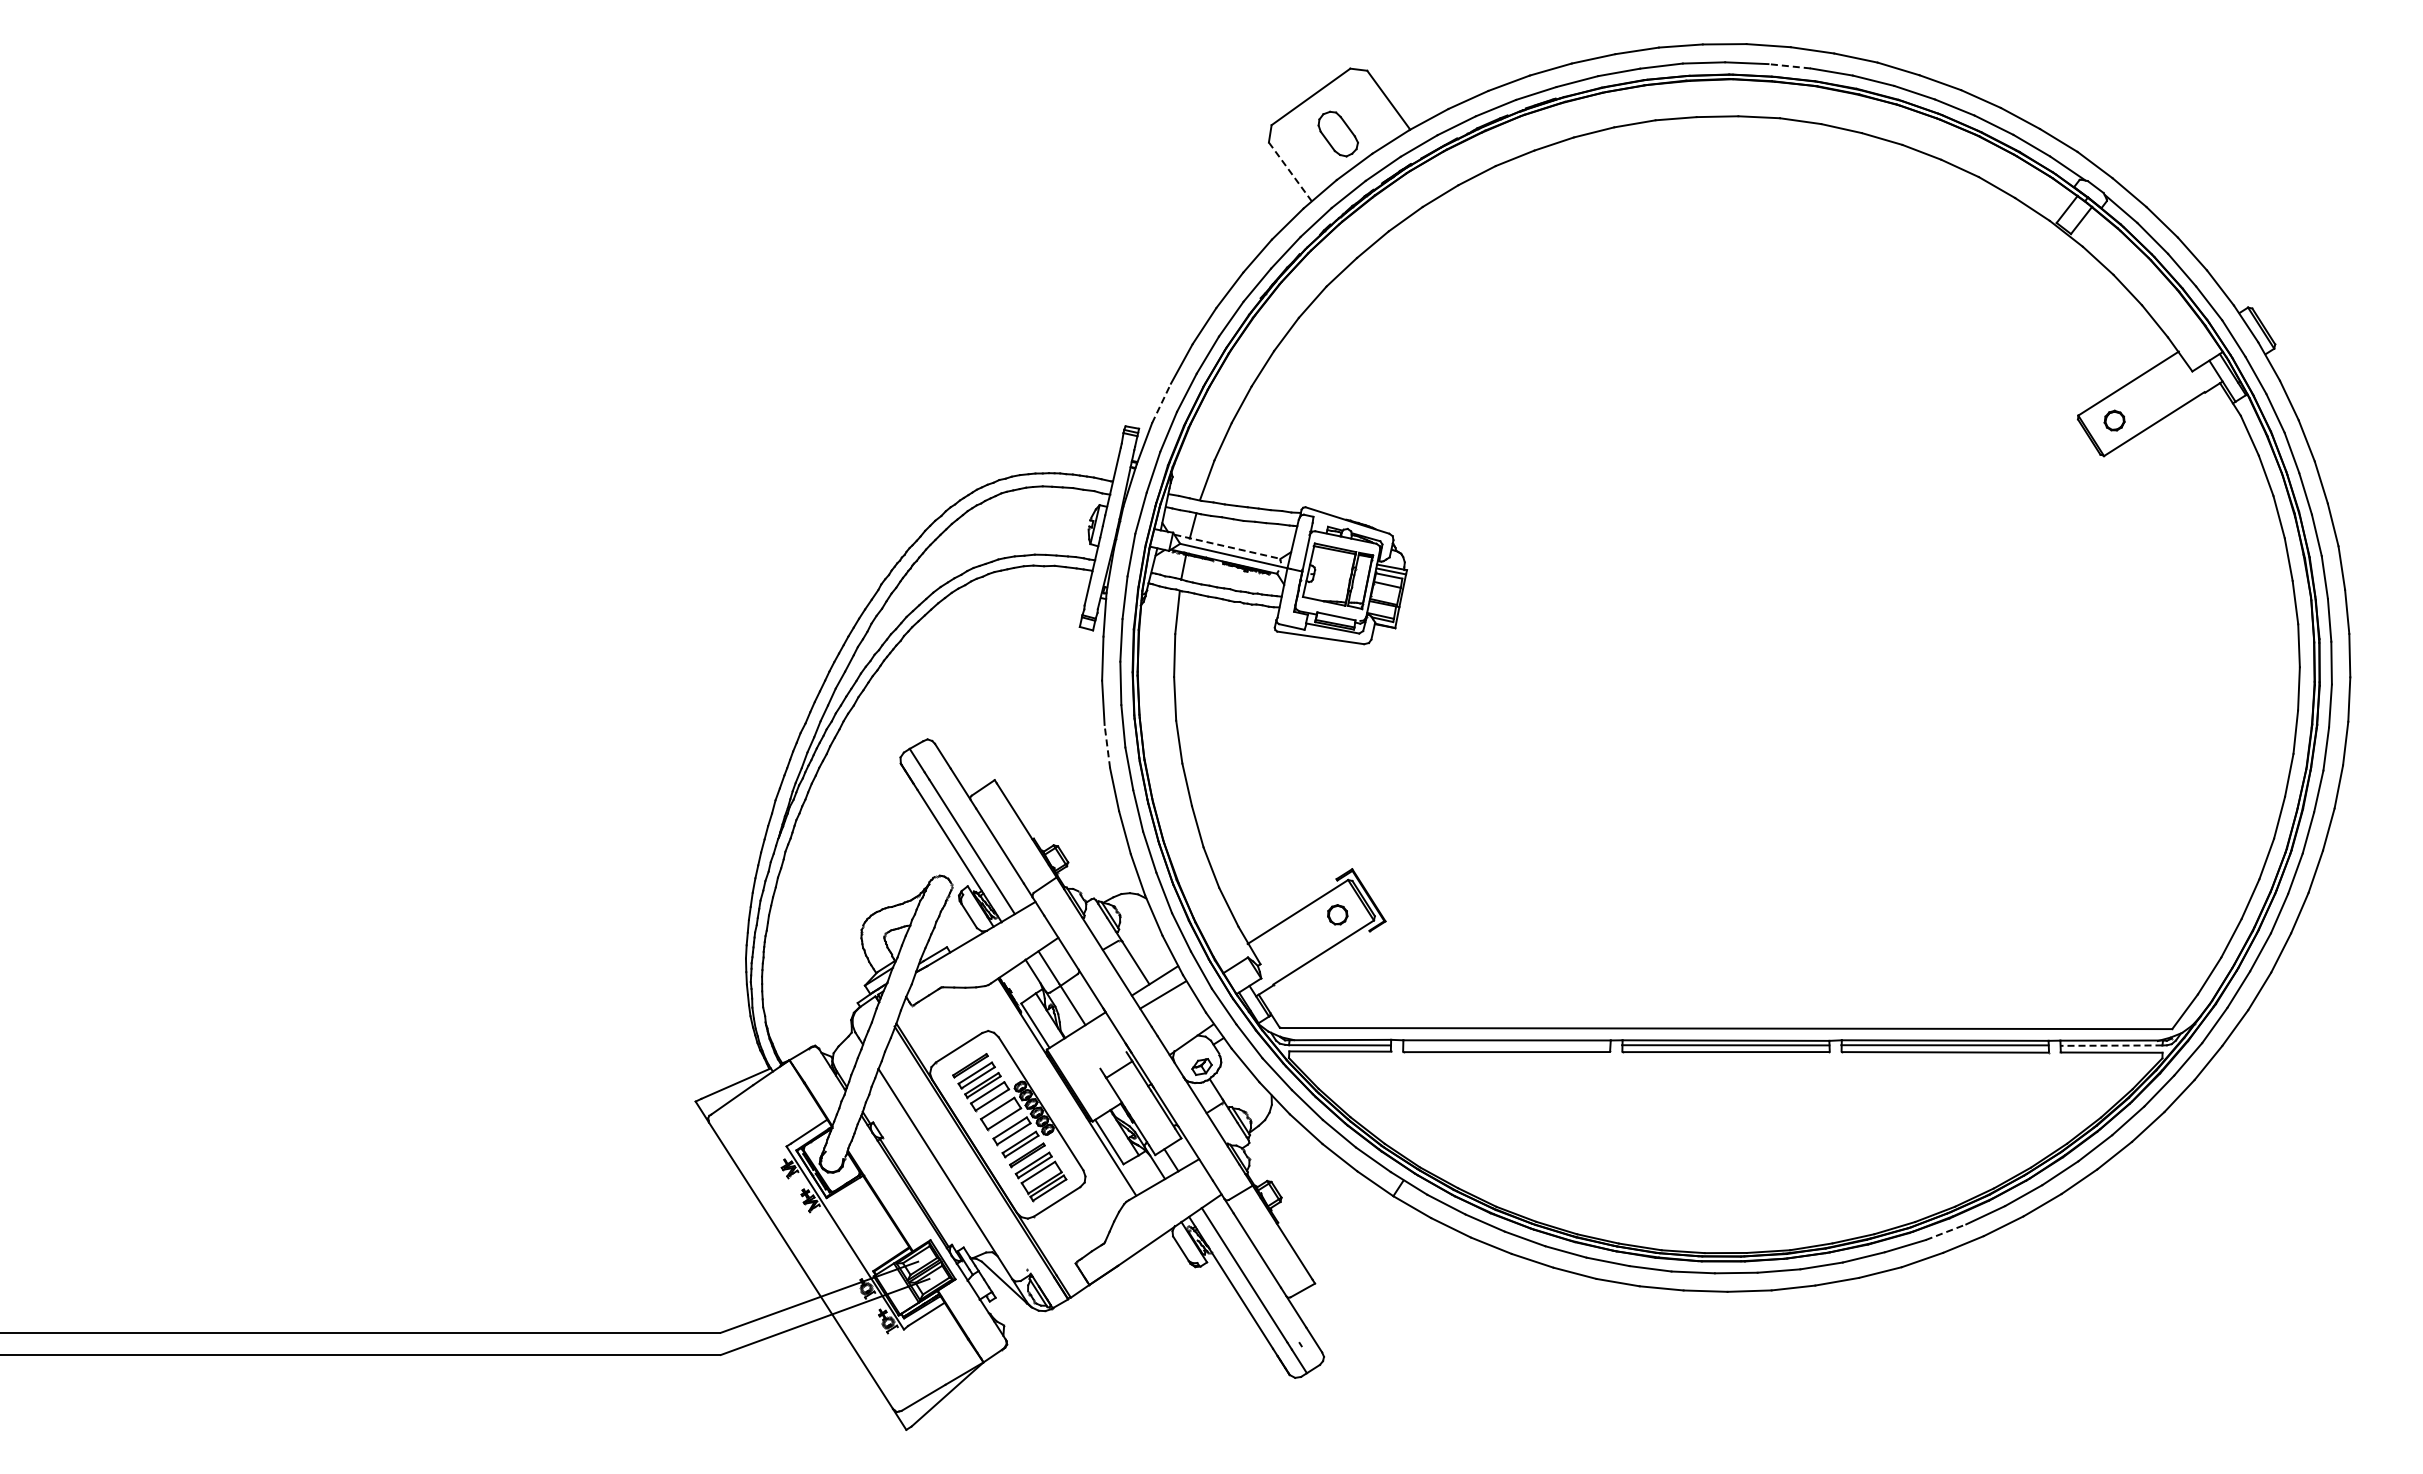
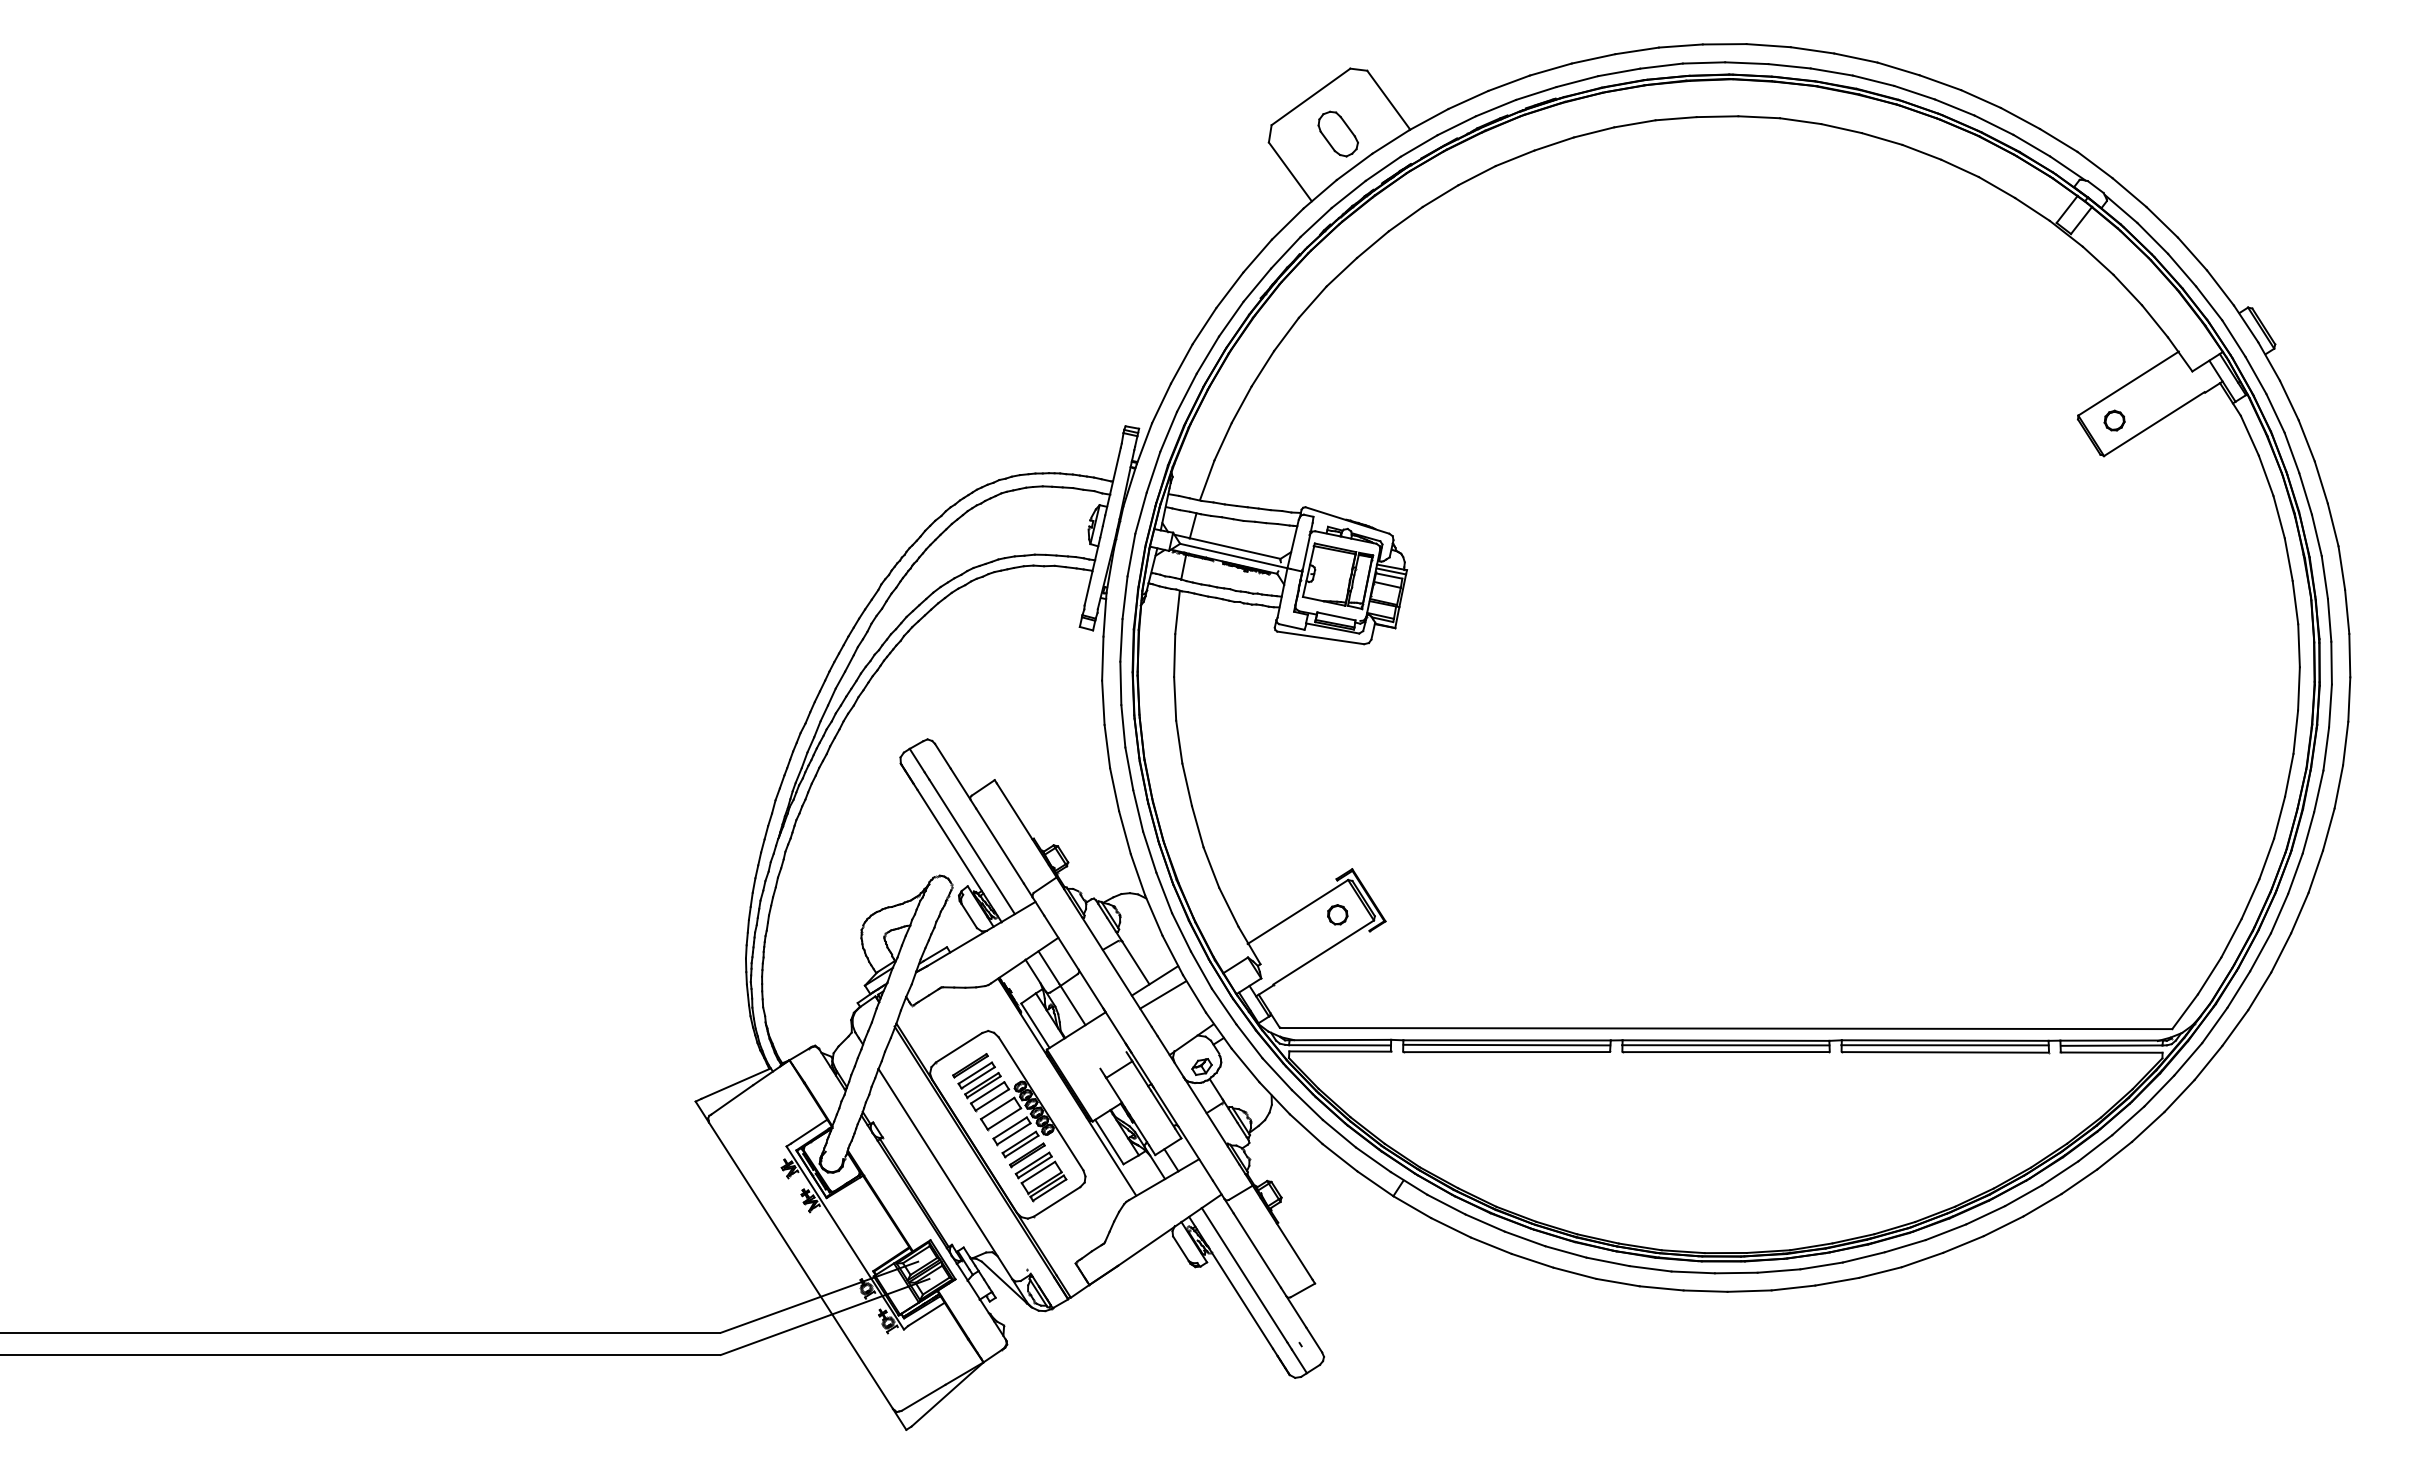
line at (1789, 66): dashed -> solid
line at (1290, 172): dashed -> solid
line at (1161, 403): dashed -> solid
line at (1227, 546): dashed -> solid
line at (1107, 746): dashed -> solid
line at (1506, 1044): none -> present
line at (2111, 1045): dashed -> solid
line at (1946, 1232): dashed -> solid
